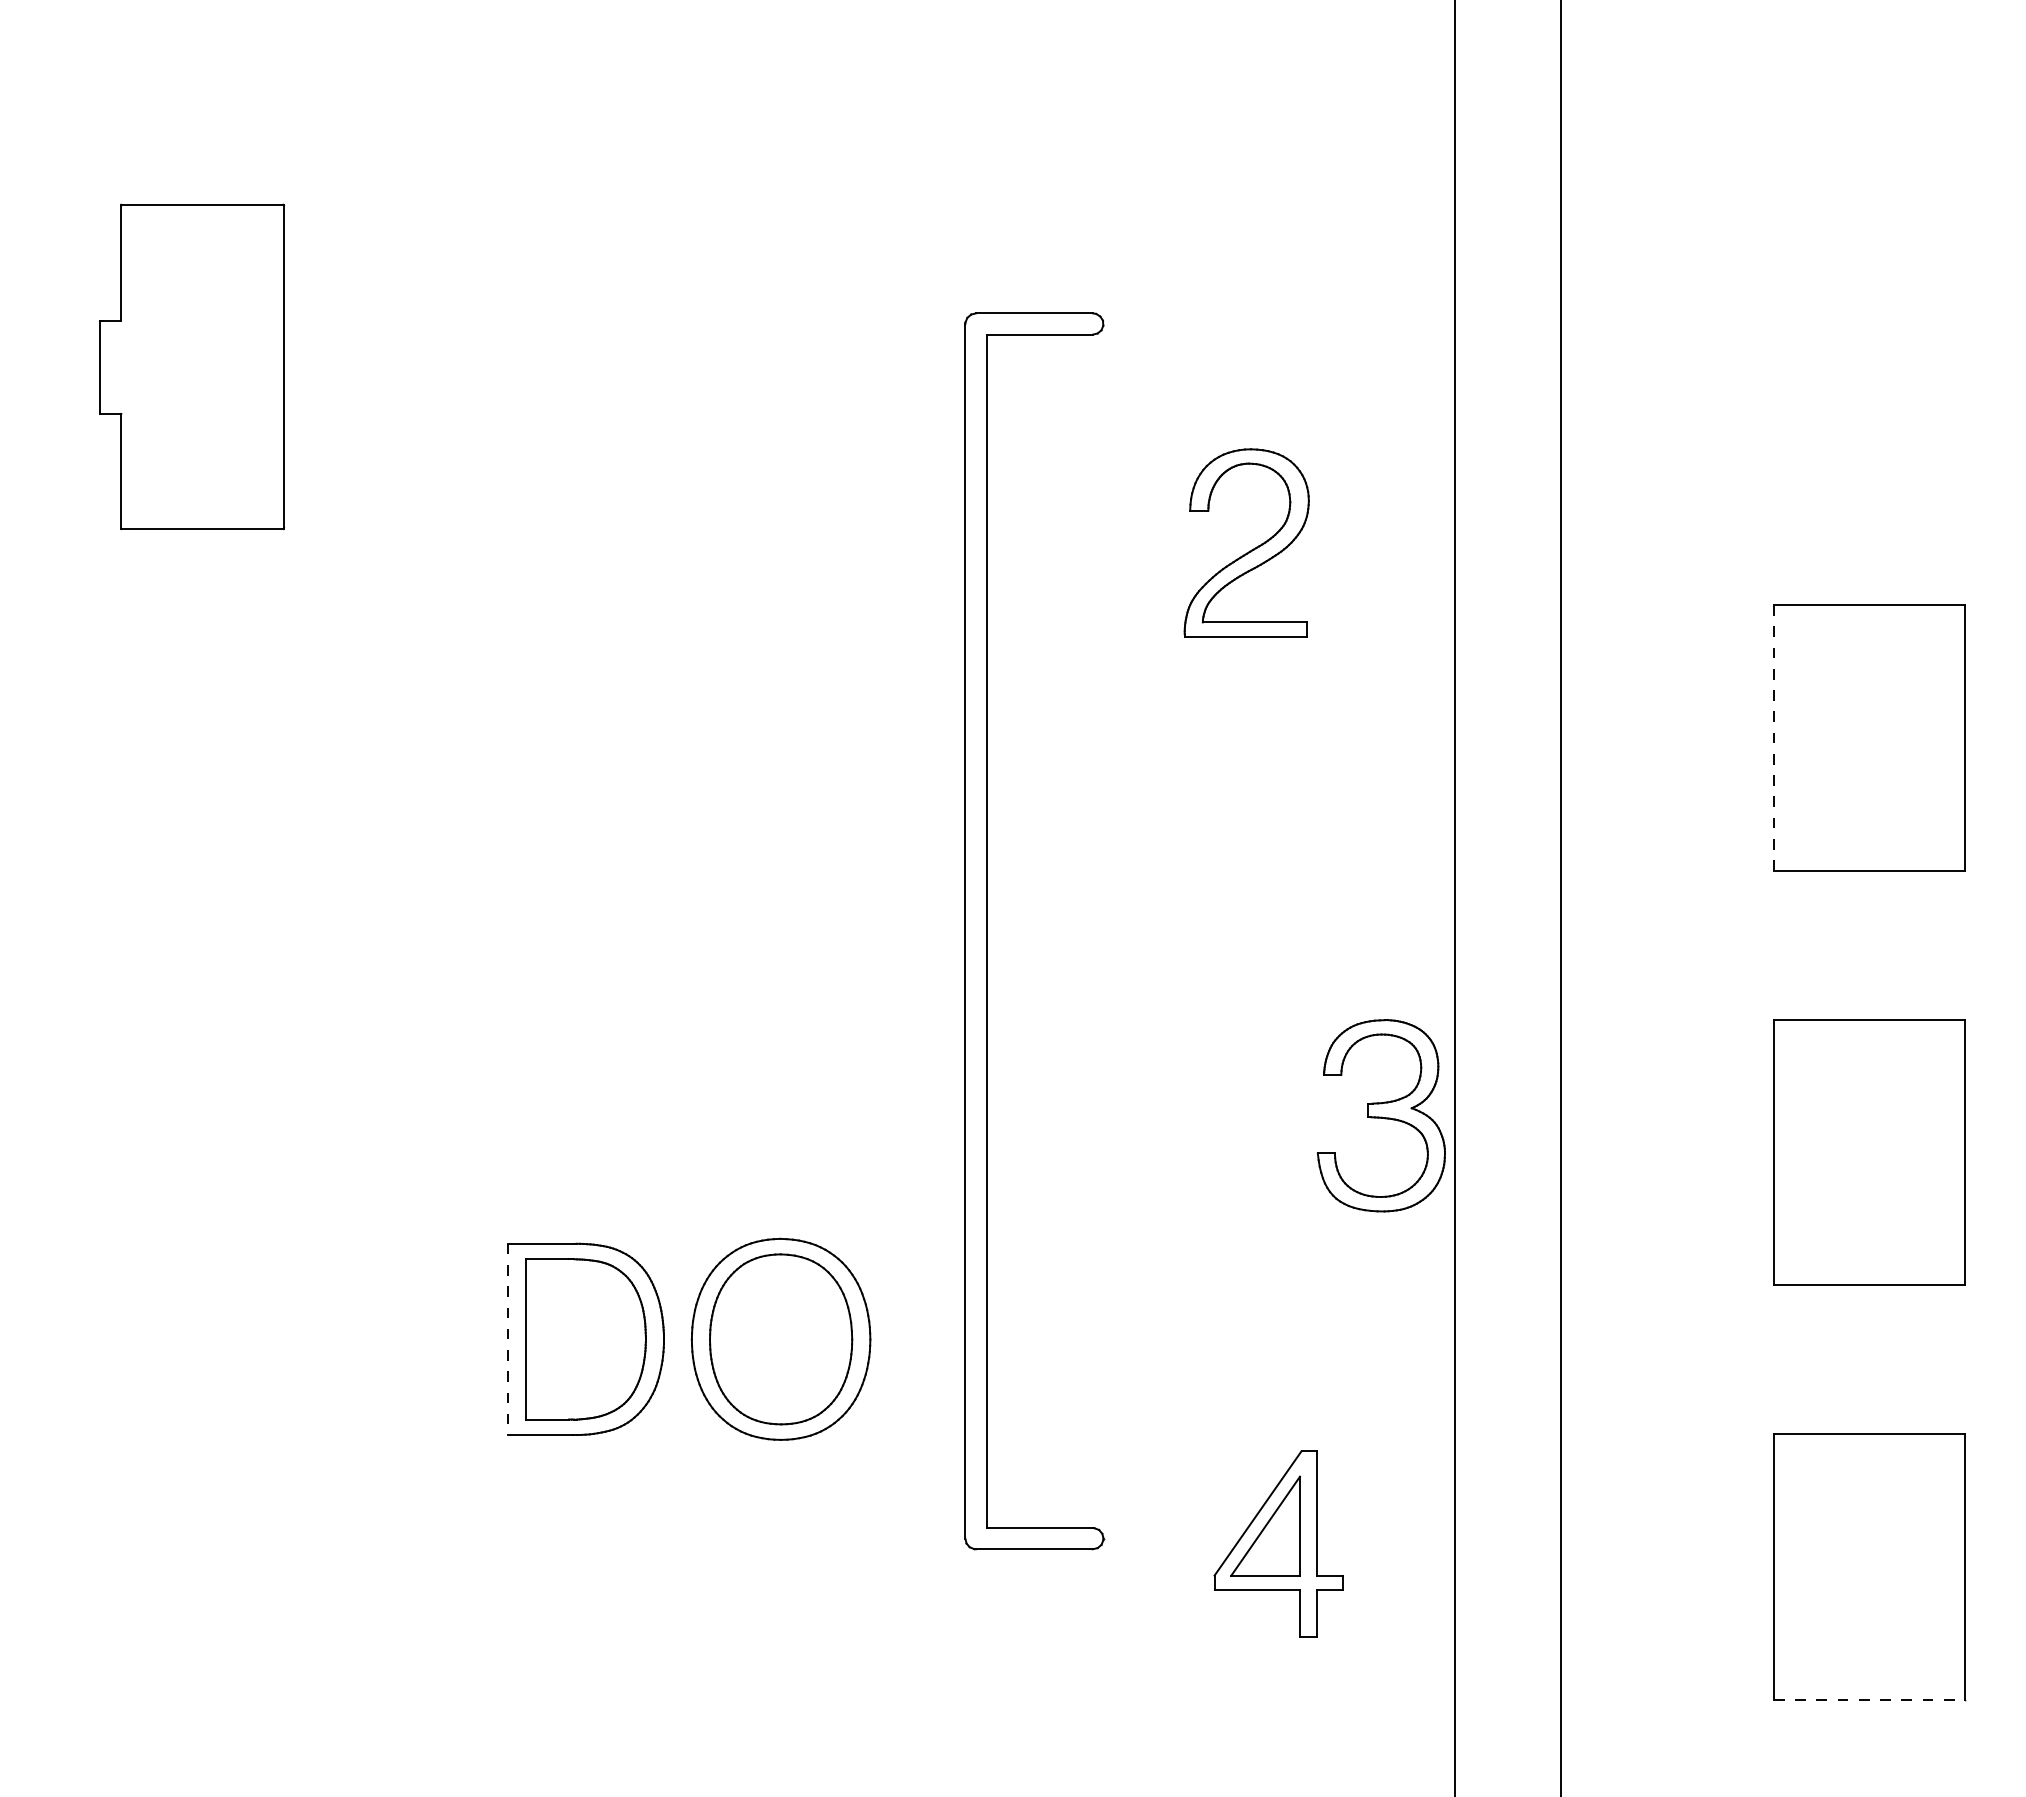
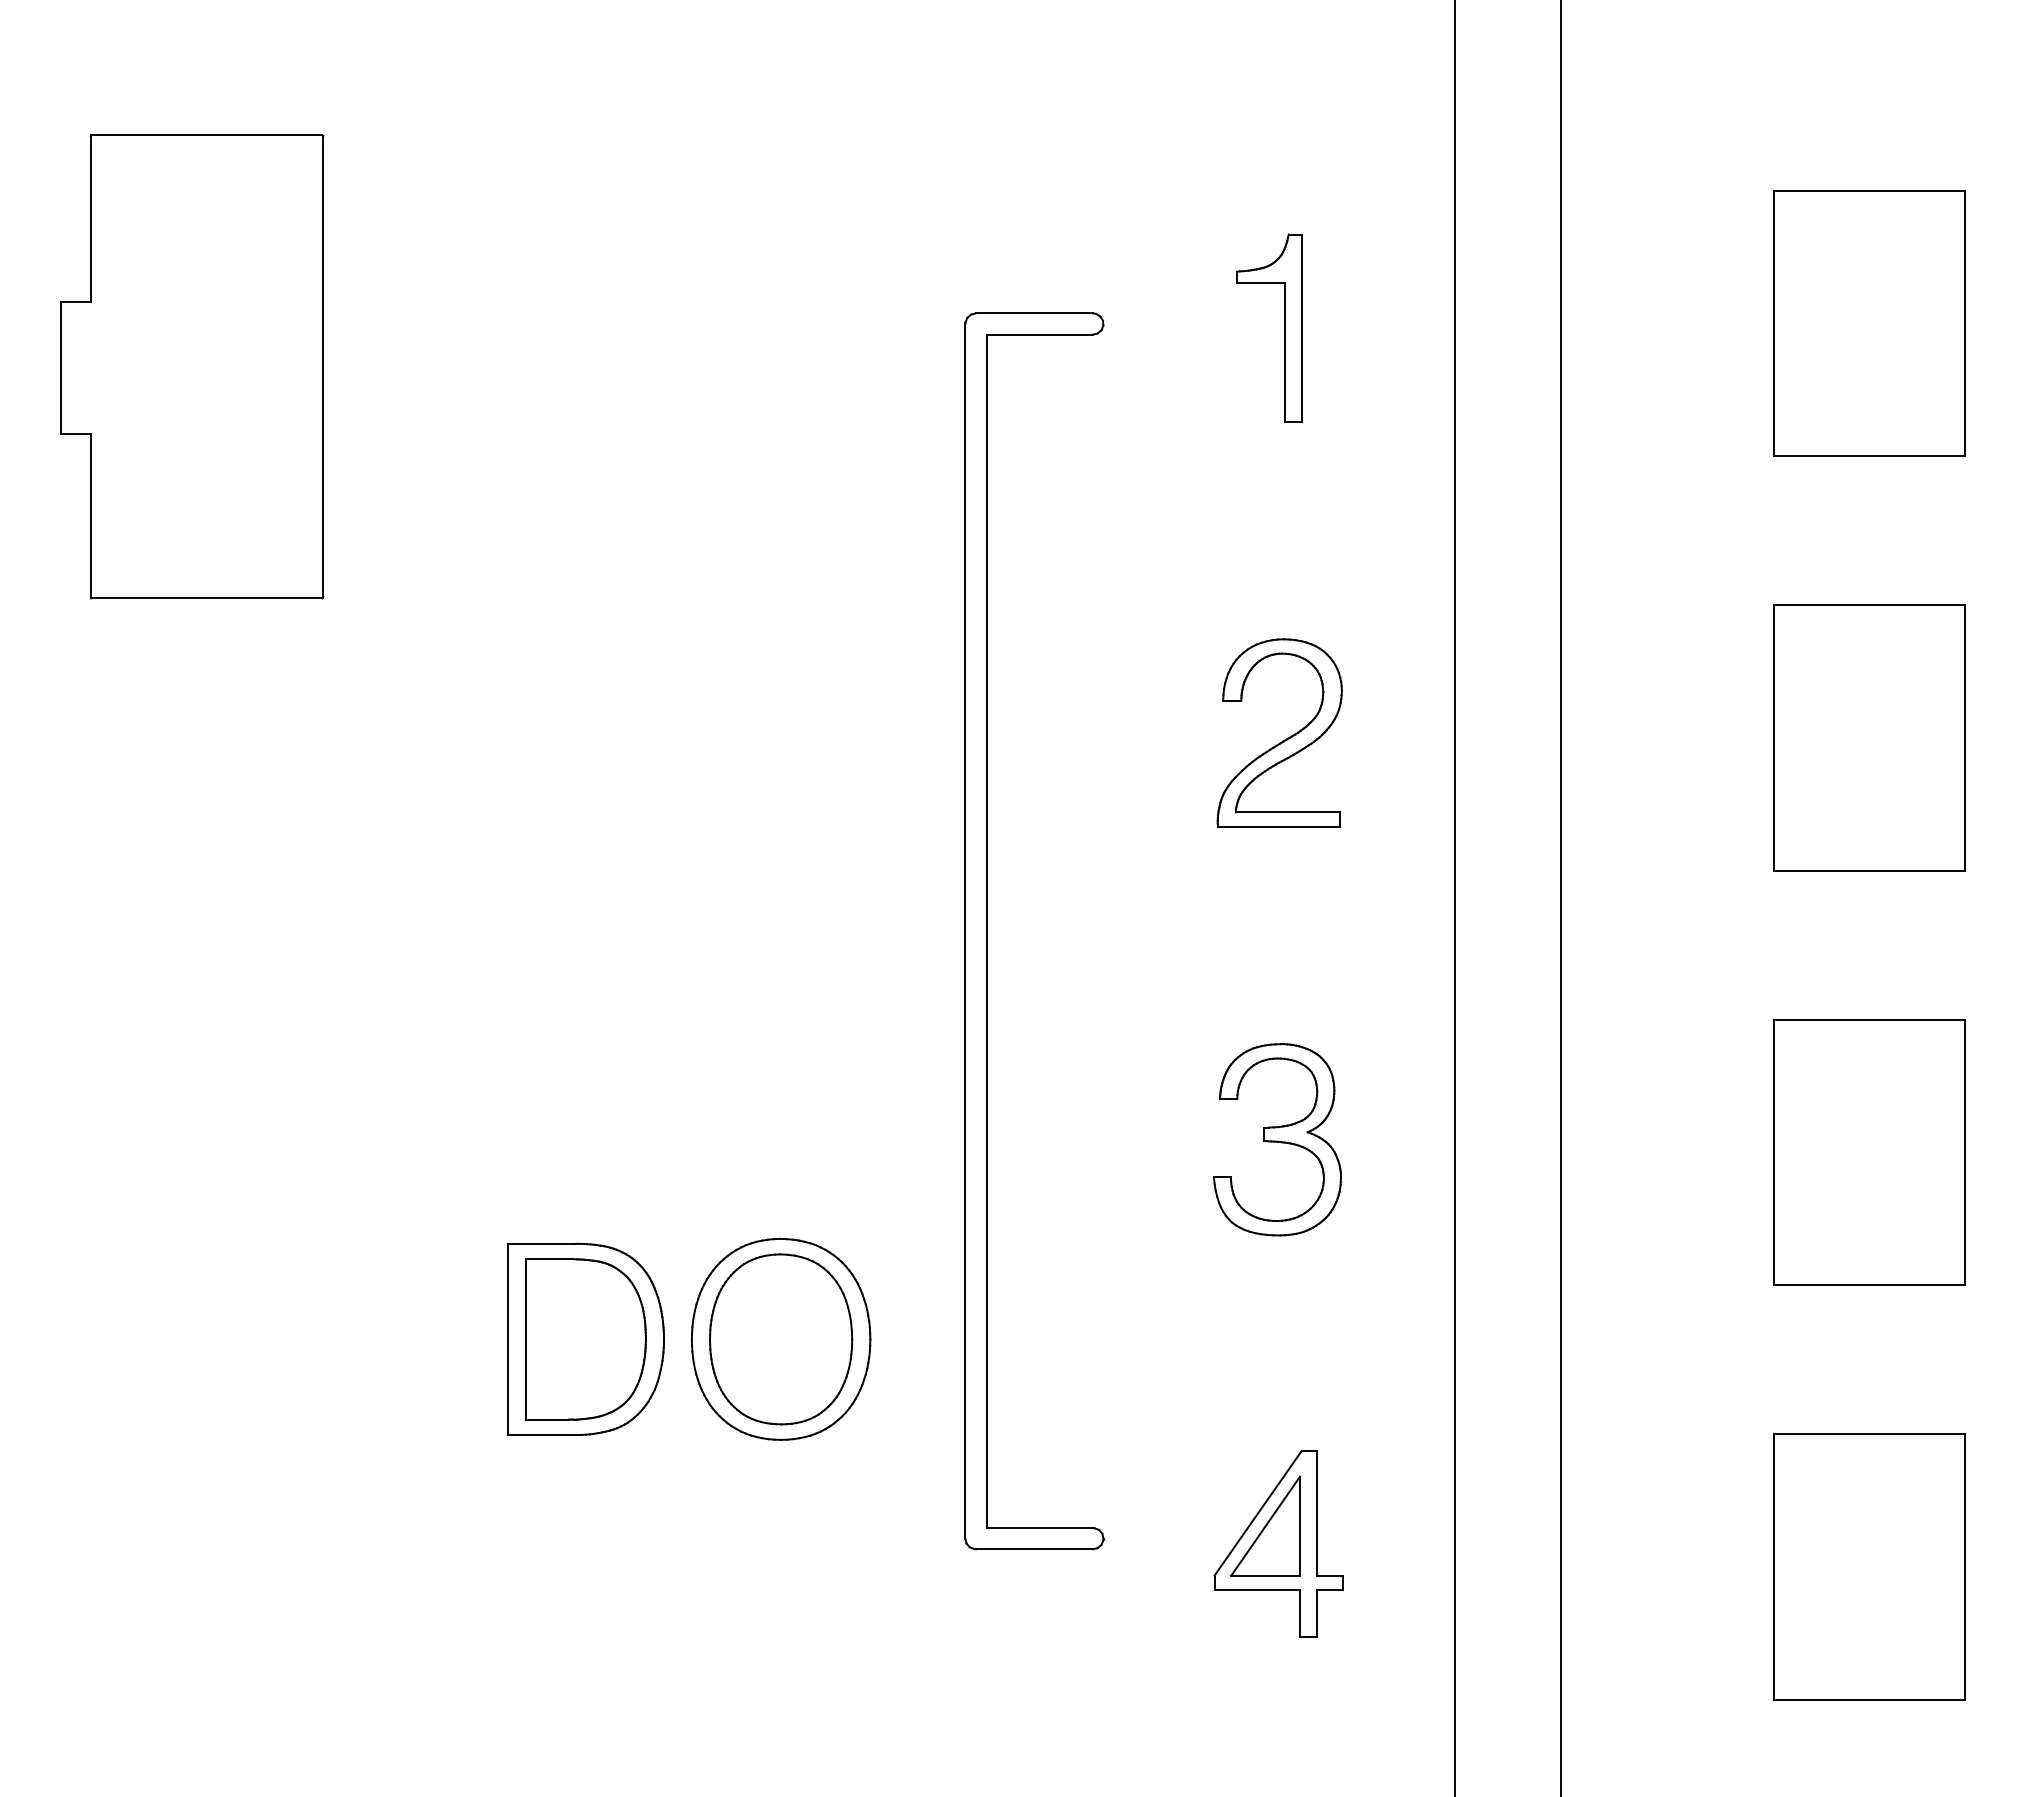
part at (1869, 323): none -> present
part at (1284, 327): none -> present
part at (192, 366) size: 187x328 px -> 265x466 px
part at (1249, 550) position: (1249, 550) -> (1282, 740)
line at (1773, 738): dashed -> solid
part at (1381, 1115) position: (1381, 1115) -> (1277, 1139)
line at (507, 1339): dashed -> solid
line at (1869, 1699): dashed -> solid
